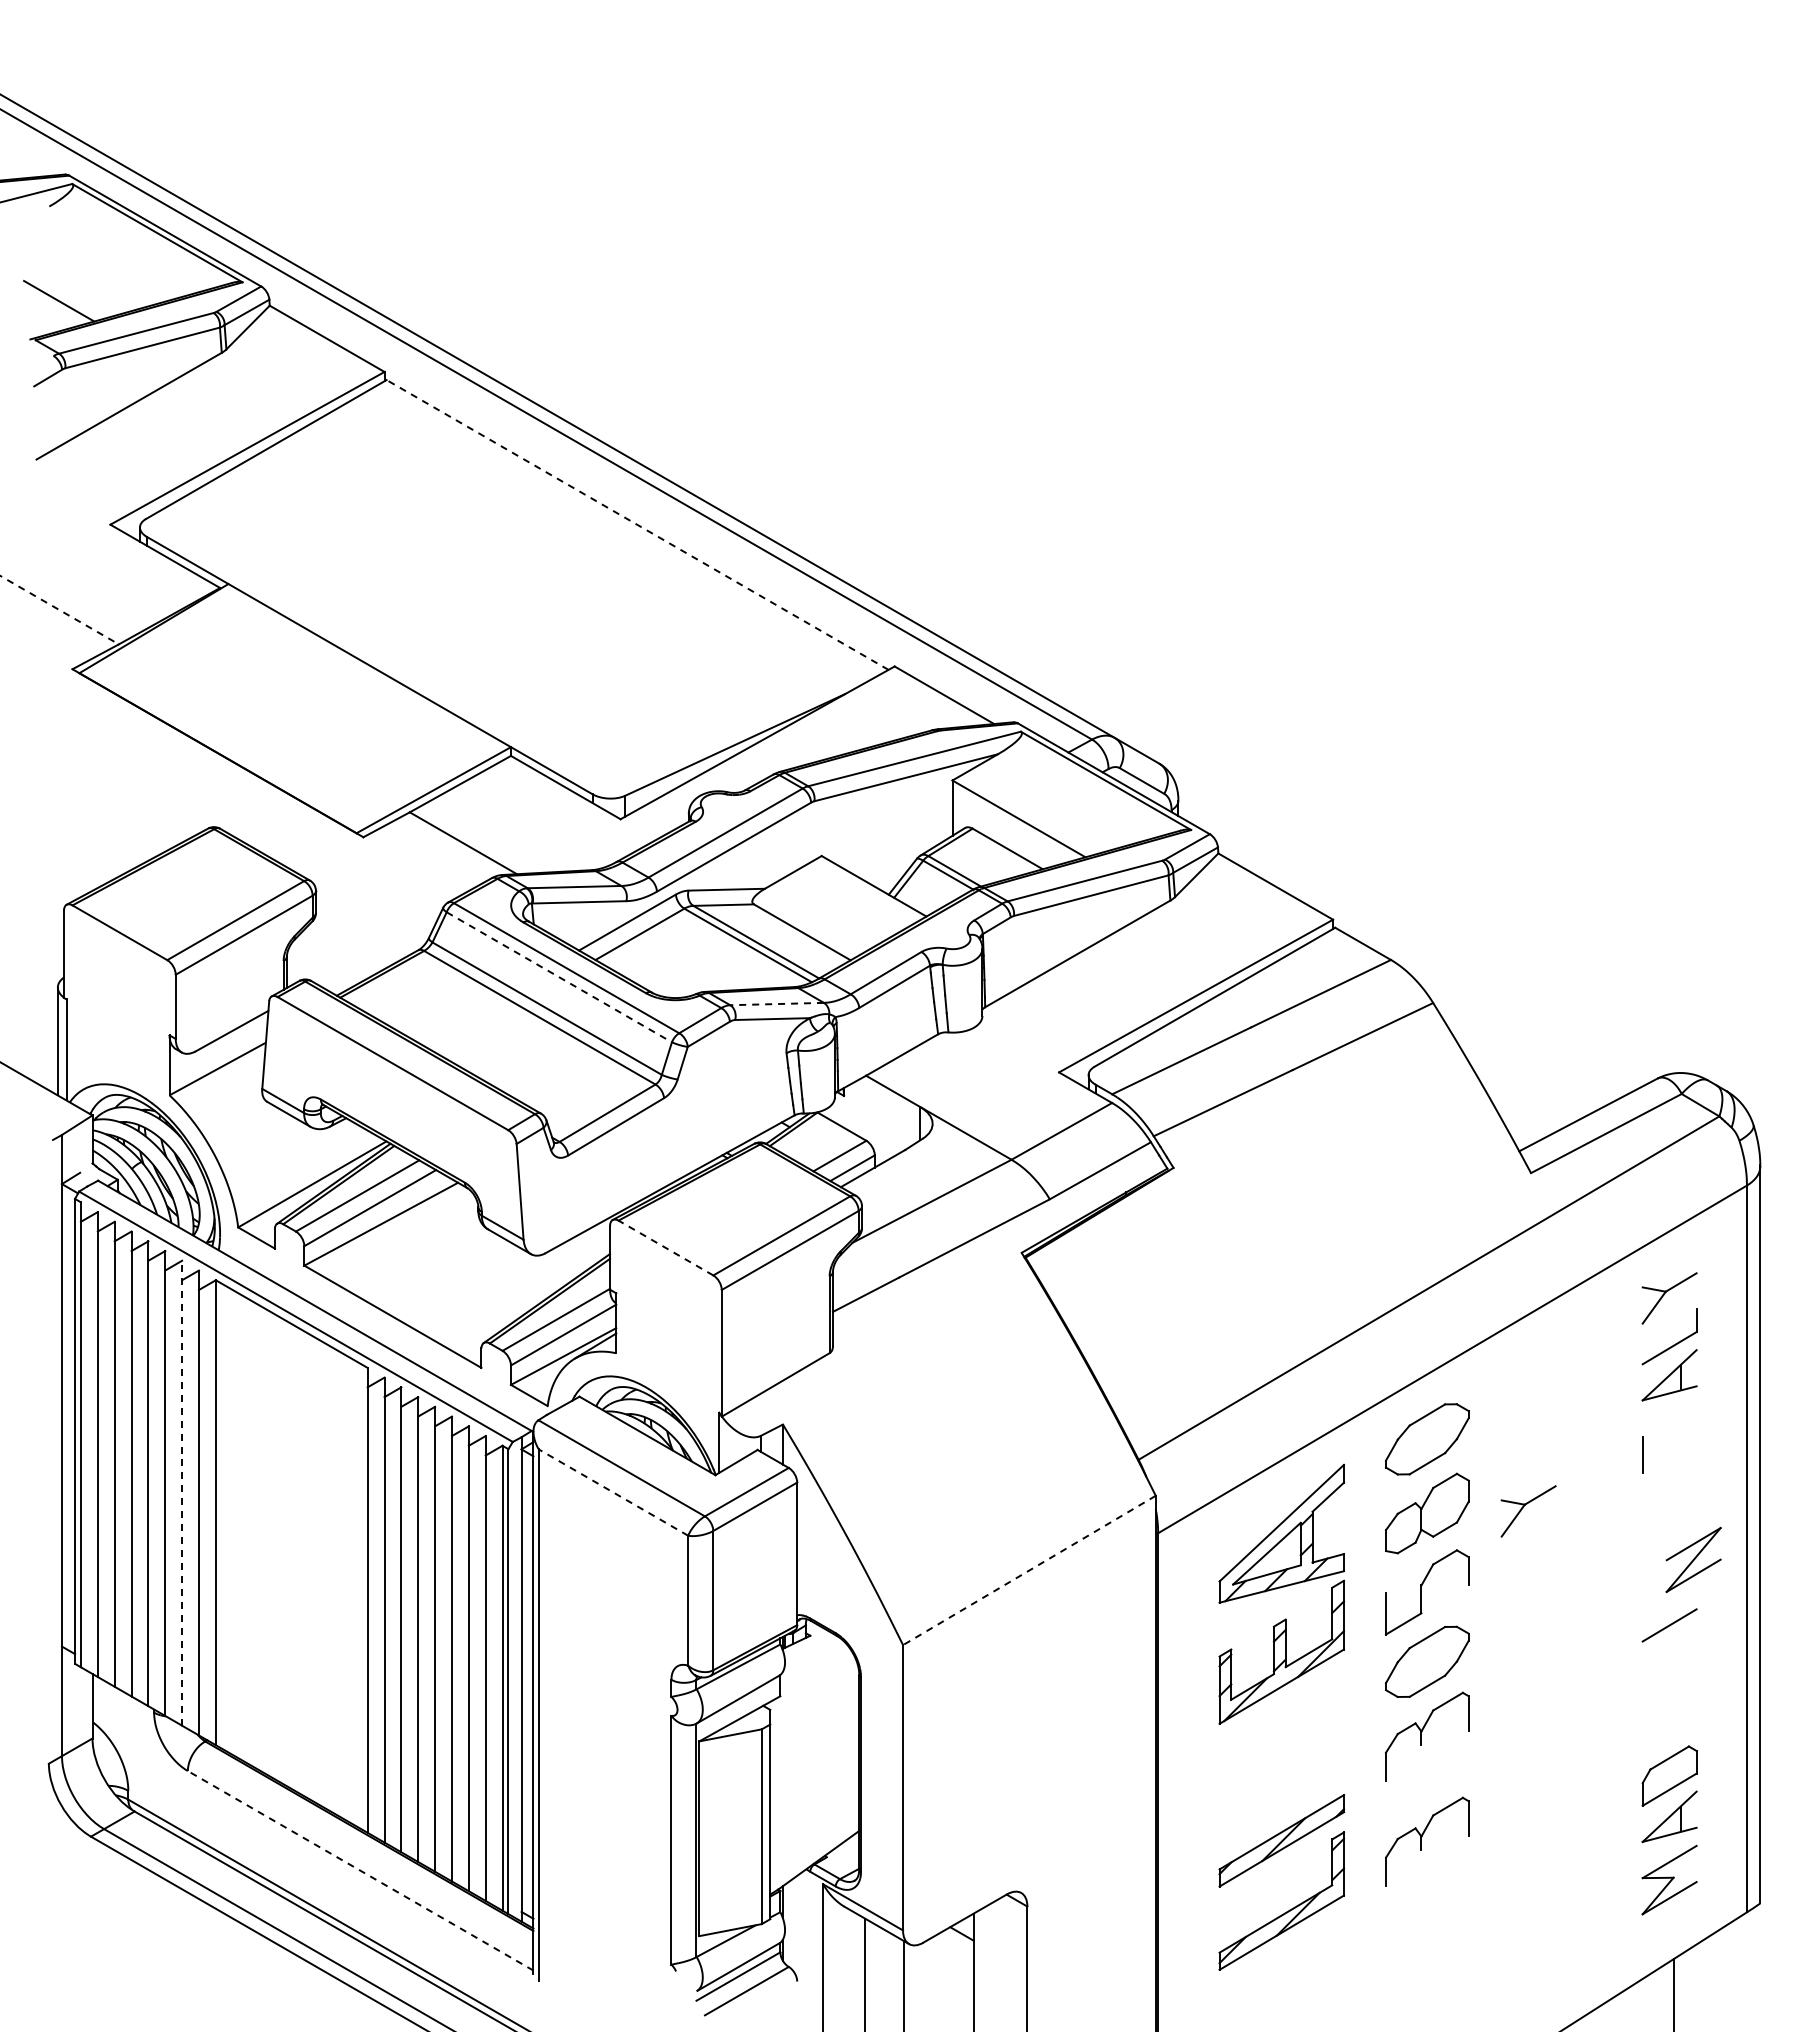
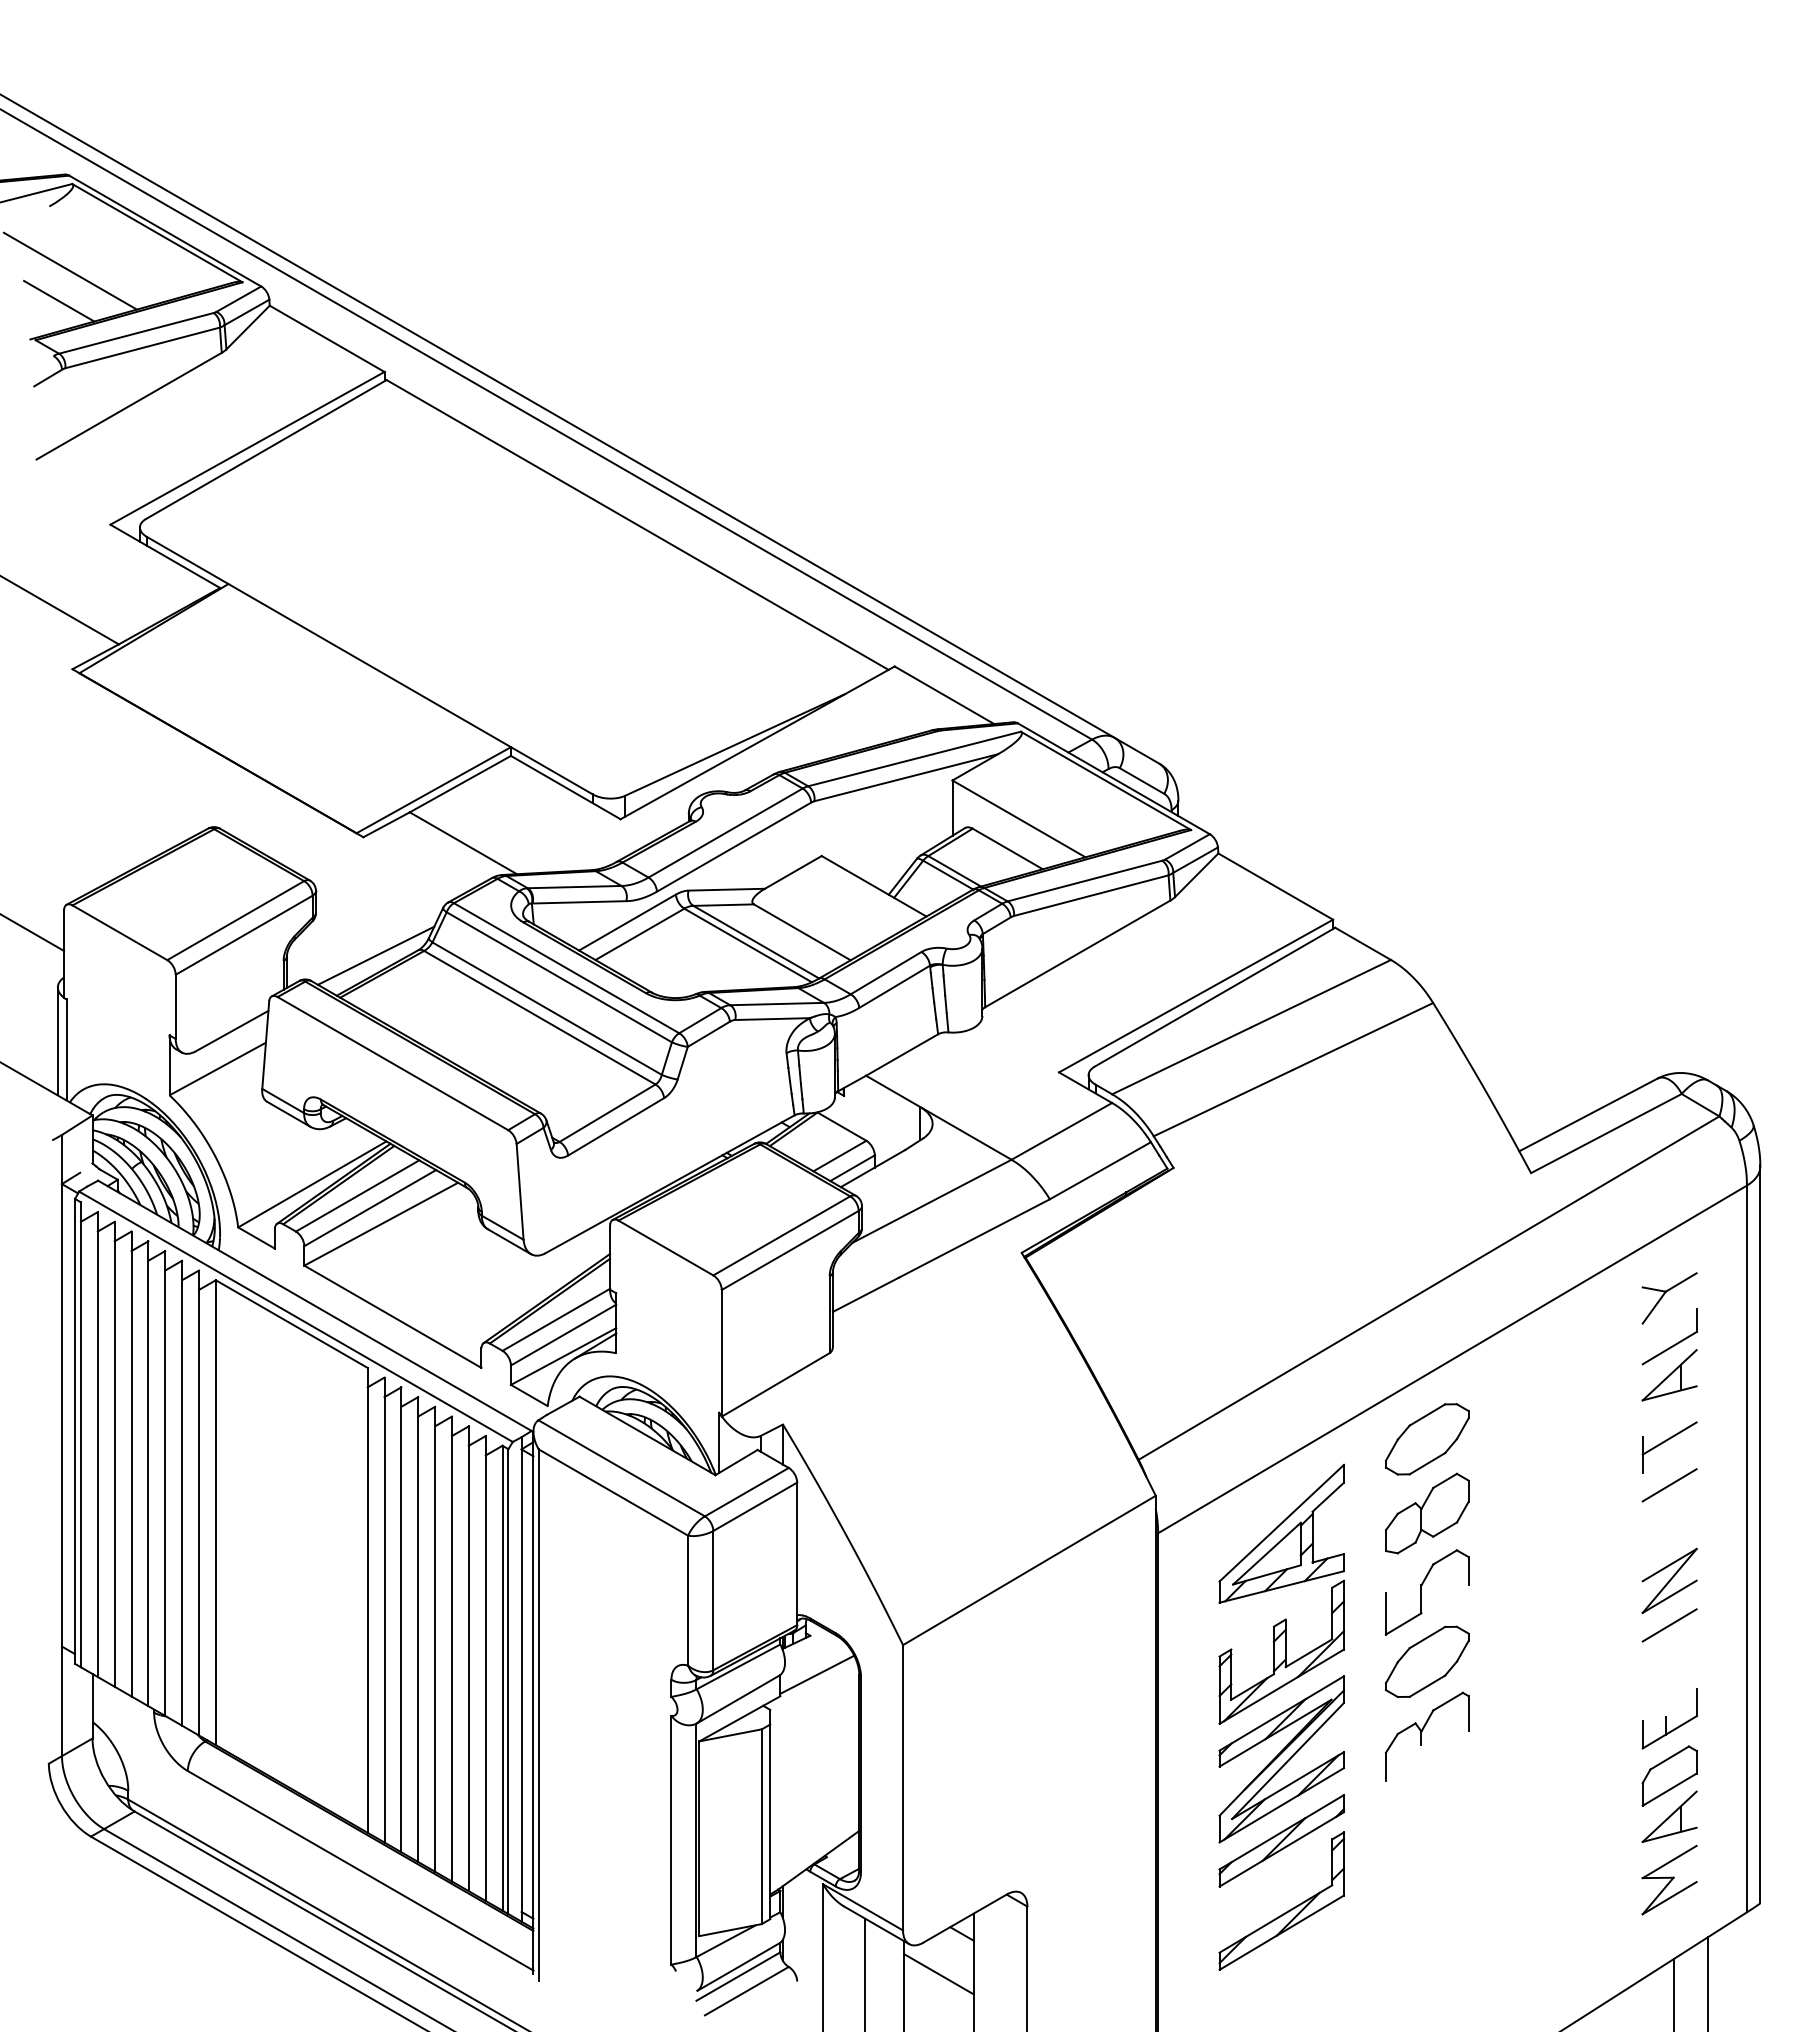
line at (69, 270): none -> present
line at (637, 524): dashed -> solid
line at (60, 610): dashed -> solid
line at (33, 933): none -> present
line at (375, 955): none -> present
line at (559, 977): dashed -> solid
line at (777, 1004): dashed -> solid
line at (665, 1248): dashed -> solid
line at (1669, 1438): none -> present
line at (1669, 1485): none -> present
line at (182, 1492): dashed -> solid
line at (613, 1492): dashed -> solid
part at (1528, 1511): present -> none
part at (1693, 1559) position: (1693, 1559) -> (1669, 1580)
line at (1029, 1570): dashed -> solid
line at (817, 1674): none -> present
part at (1669, 1718): none -> present
part at (1281, 1759): none -> present
part at (1427, 1841): present -> none
line at (360, 1870): dashed -> solid
line at (938, 1974): none -> present
line at (1708, 1982): none -> present
